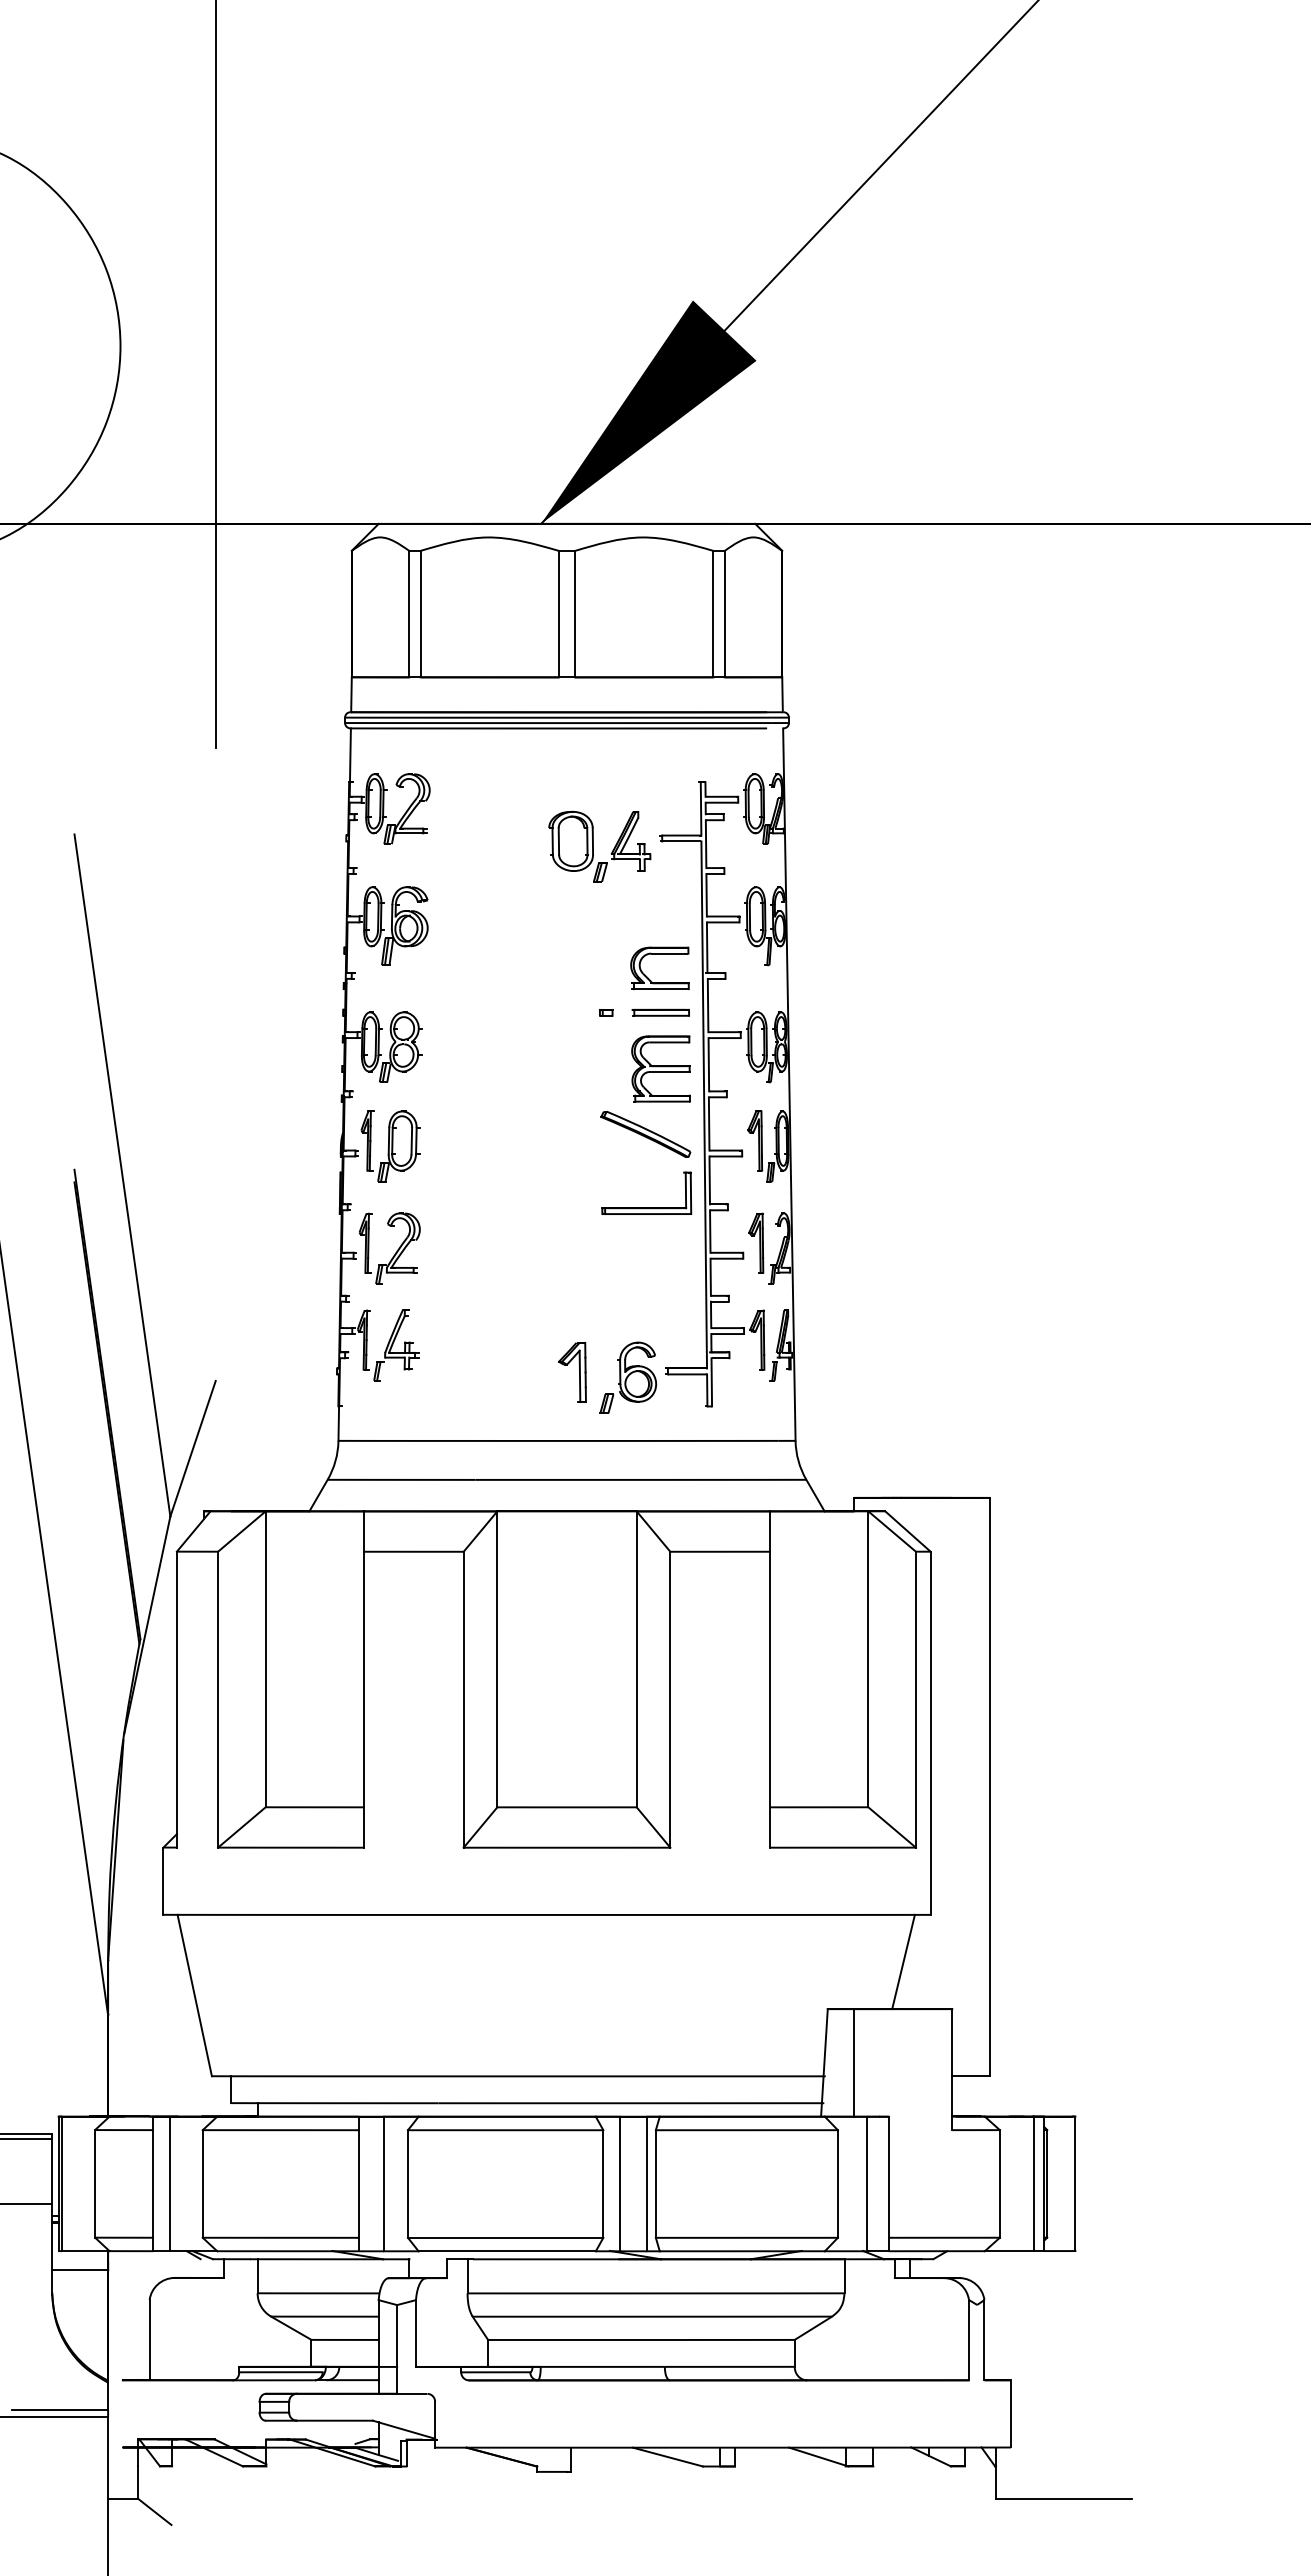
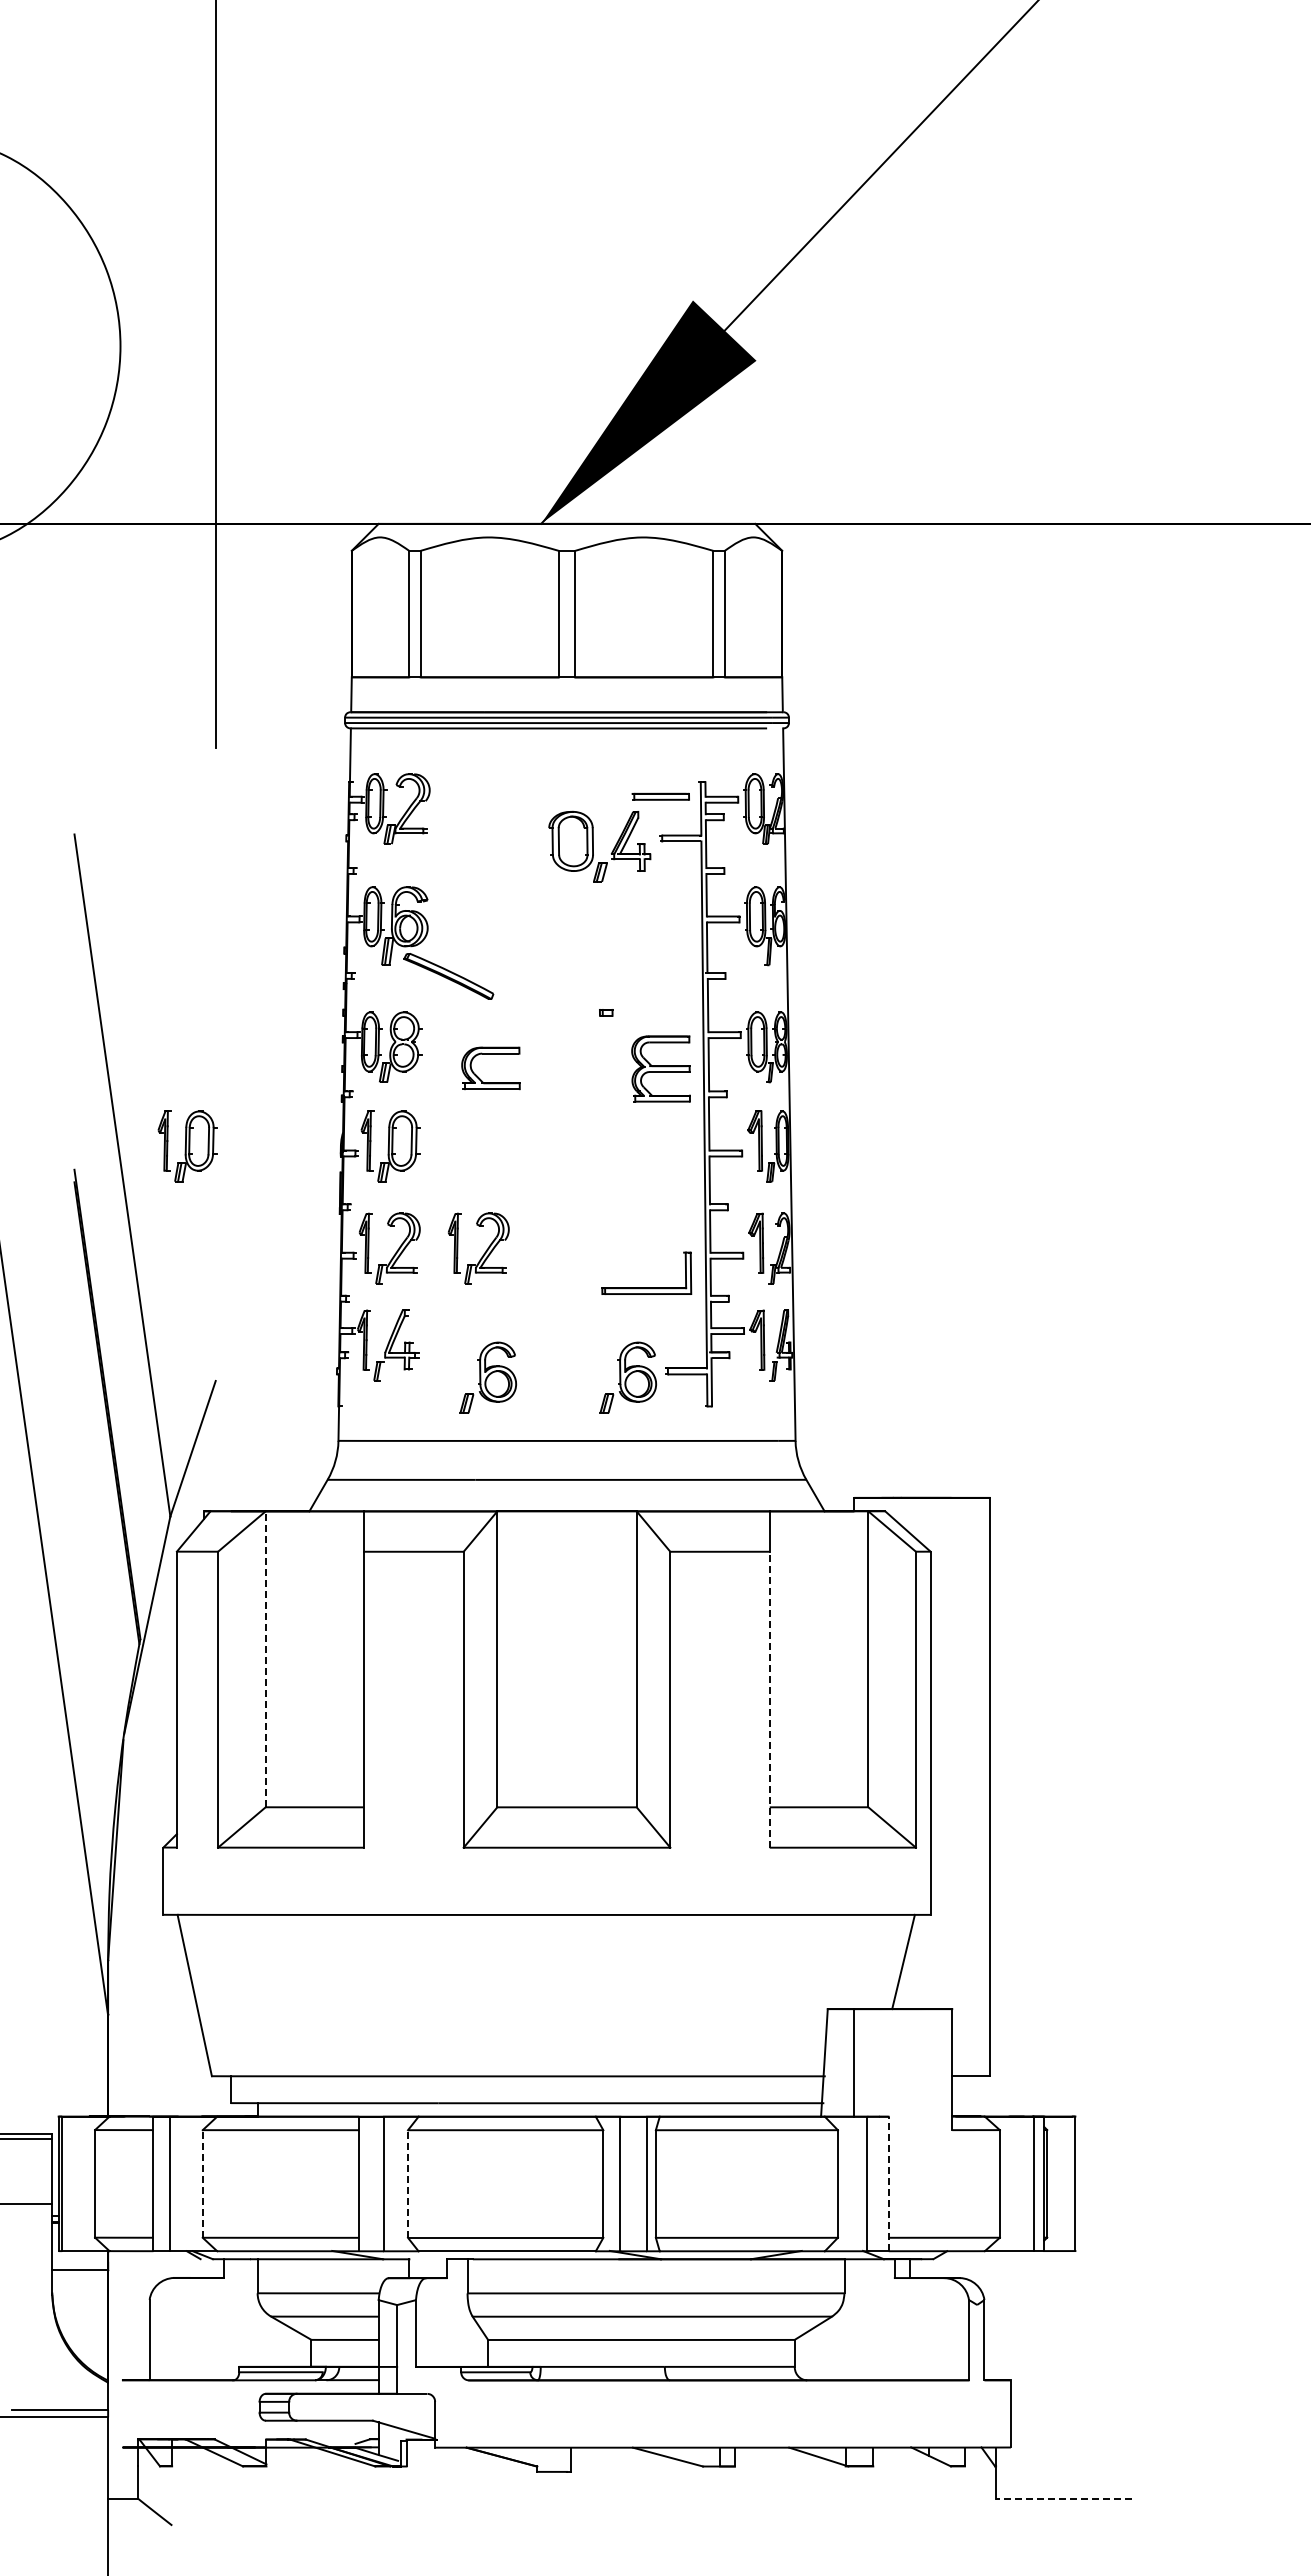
part at (659, 954) position: (659, 954) -> (490, 1054)
part at (660, 1012) position: (660, 1012) -> (660, 796)
part at (645, 1134) position: (645, 1134) -> (448, 976)
part at (187, 1146): none -> present
part at (646, 1207) position: (646, 1207) -> (646, 1287)
part at (484, 1252): none -> present
part at (579, 1372): present -> none
part at (488, 1377): none -> present
line at (265, 1659): solid -> dashed
line at (769, 1699): solid -> dashed
line at (202, 2183): solid -> dashed
line at (888, 2183): solid -> dashed
line at (408, 2184): solid -> dashed
line at (1063, 2498): solid -> dashed
